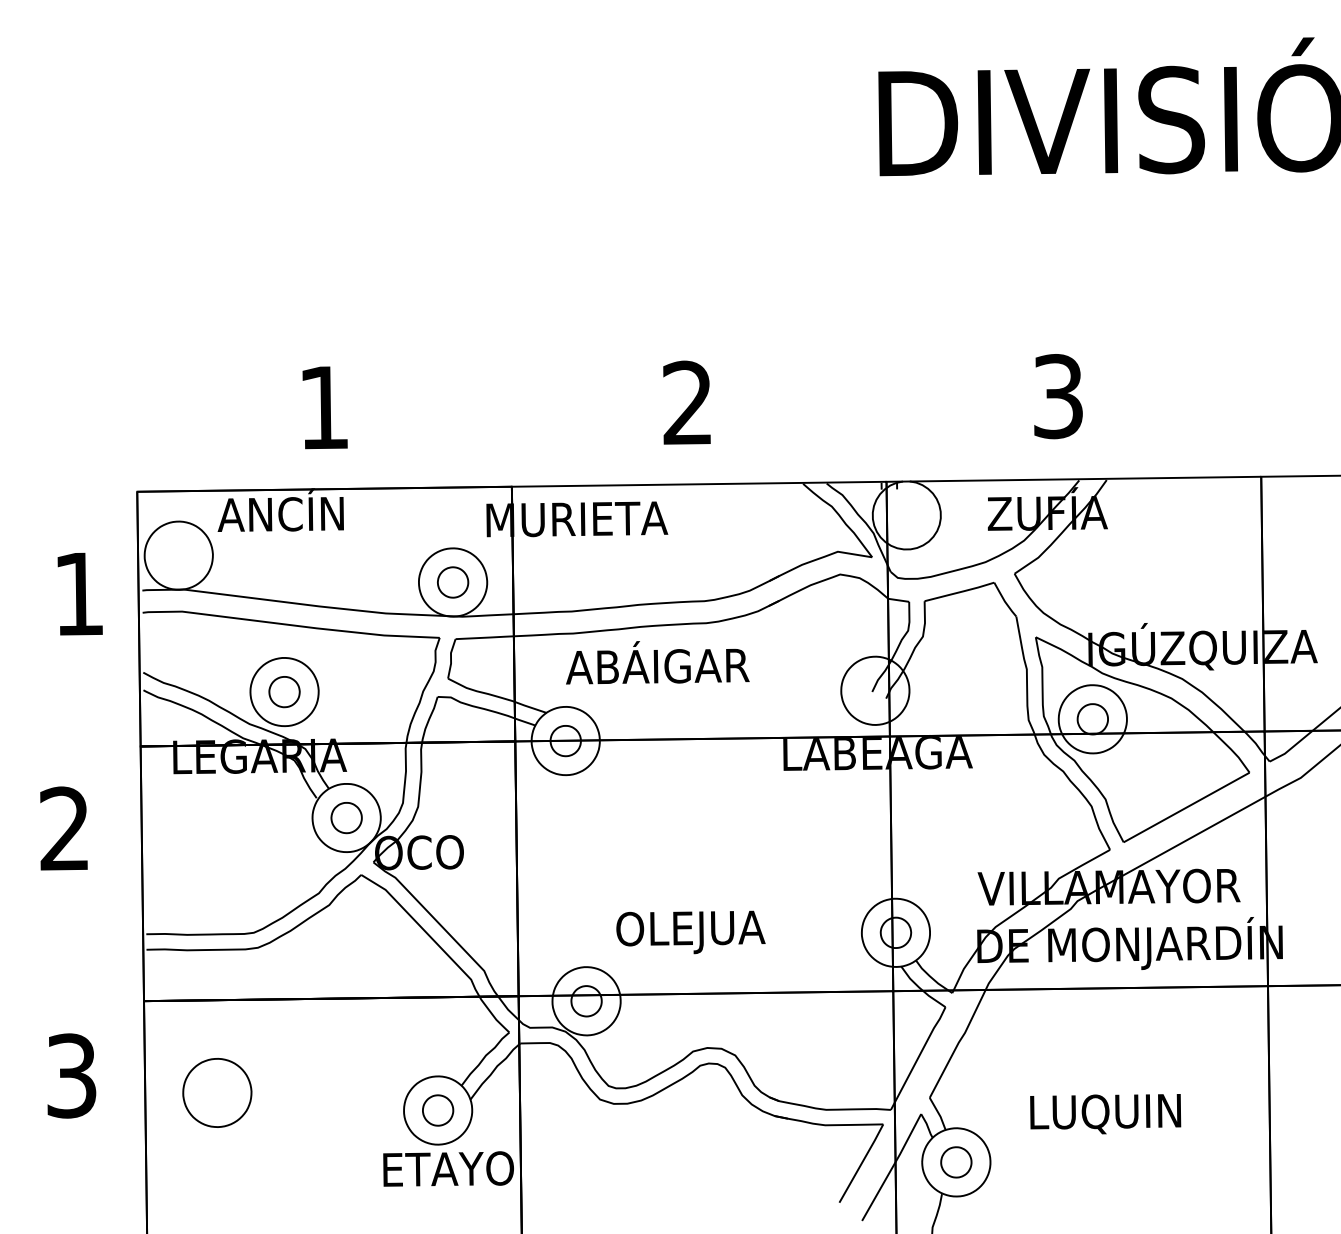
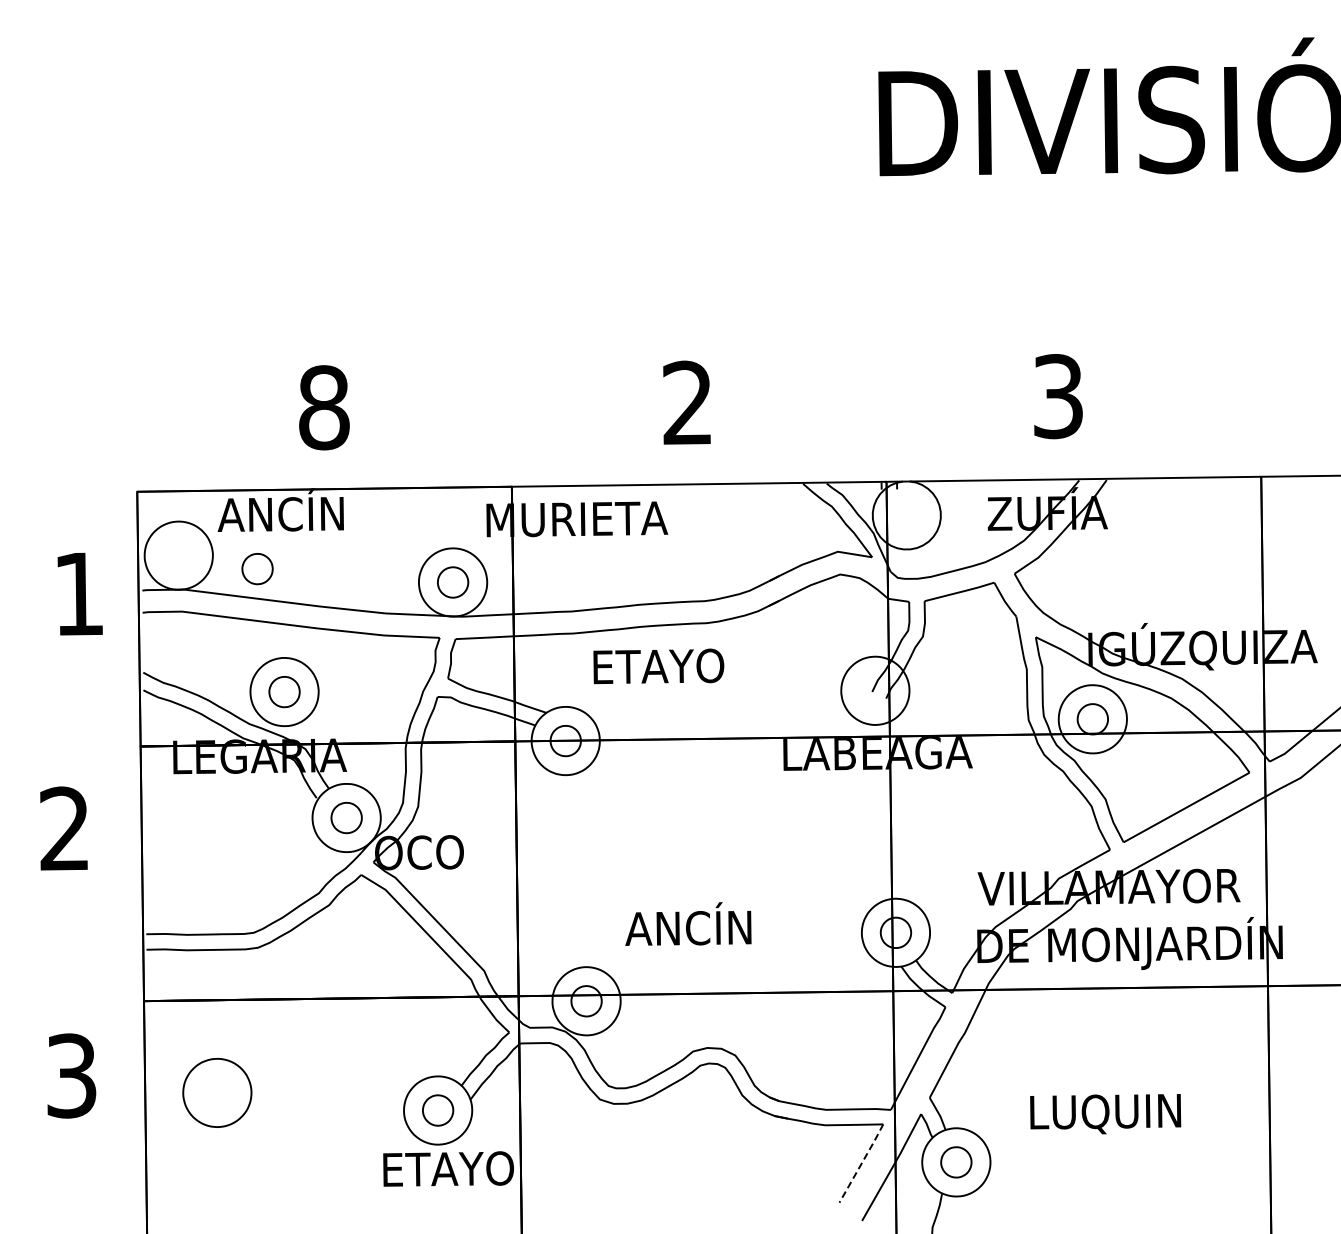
text at (324, 407): 1 -> 8
part at (257, 569): none -> present
text at (657, 662): ABÁIGAR -> ETAYO
text at (690, 928): OLEJUA -> ANCÍN
line at (862, 1162): solid -> dashed
